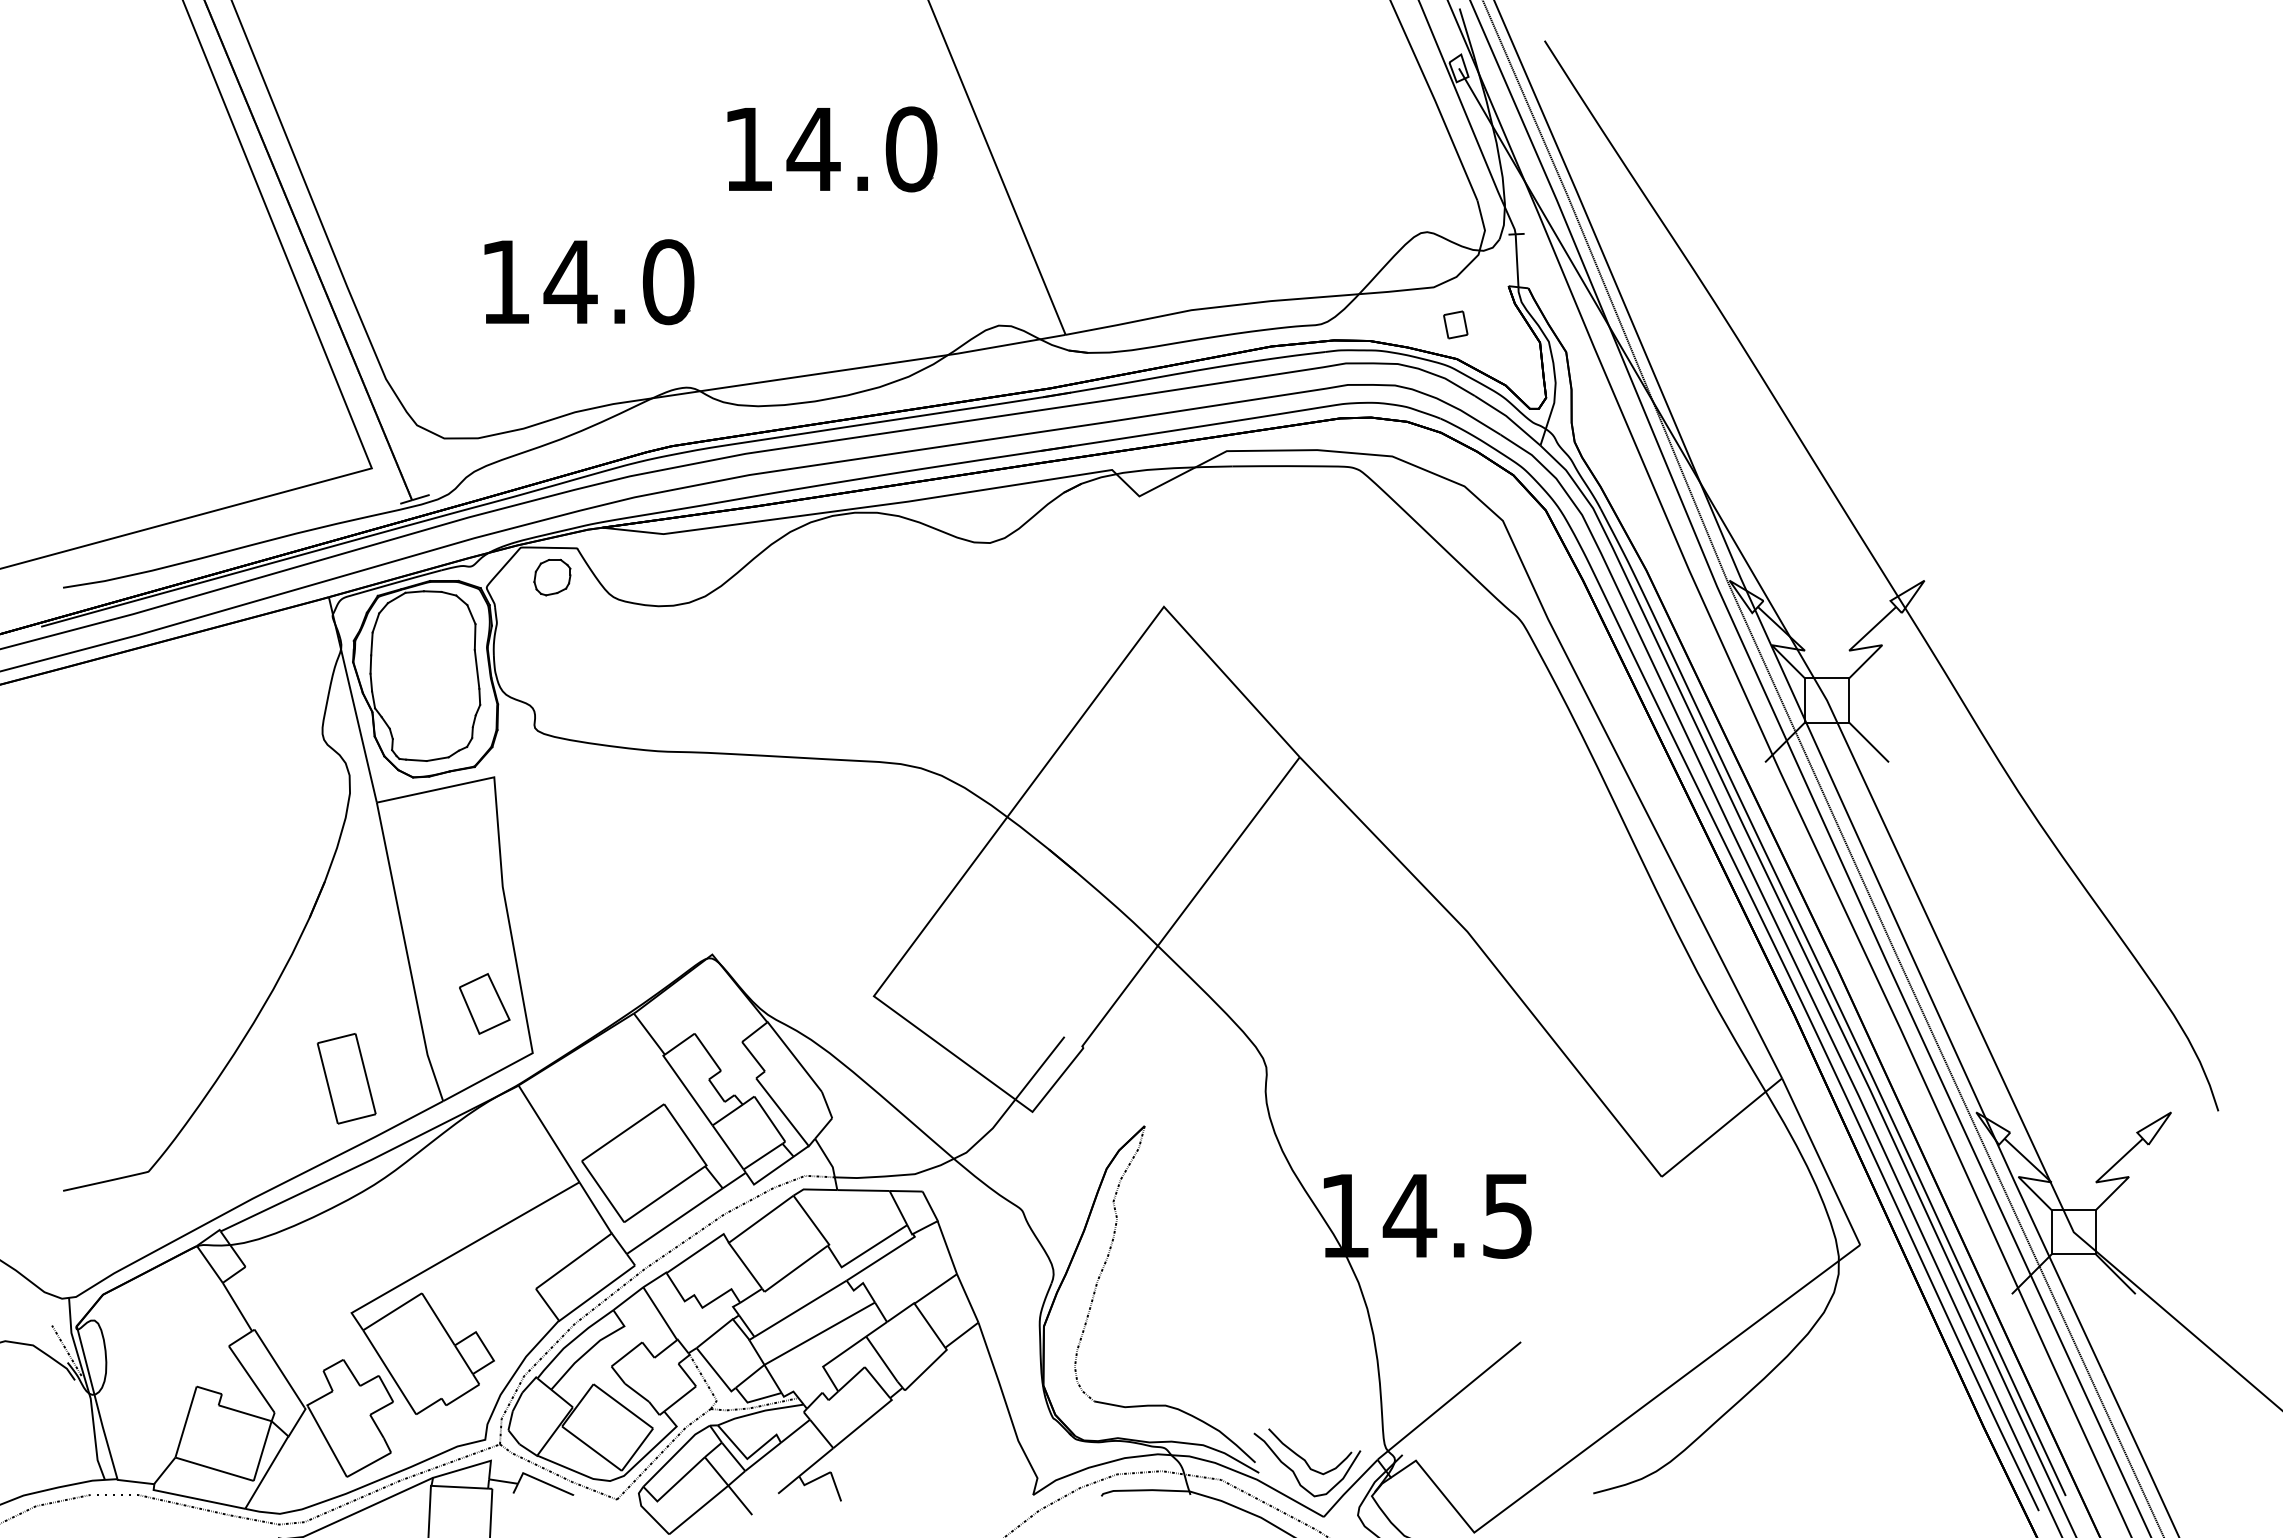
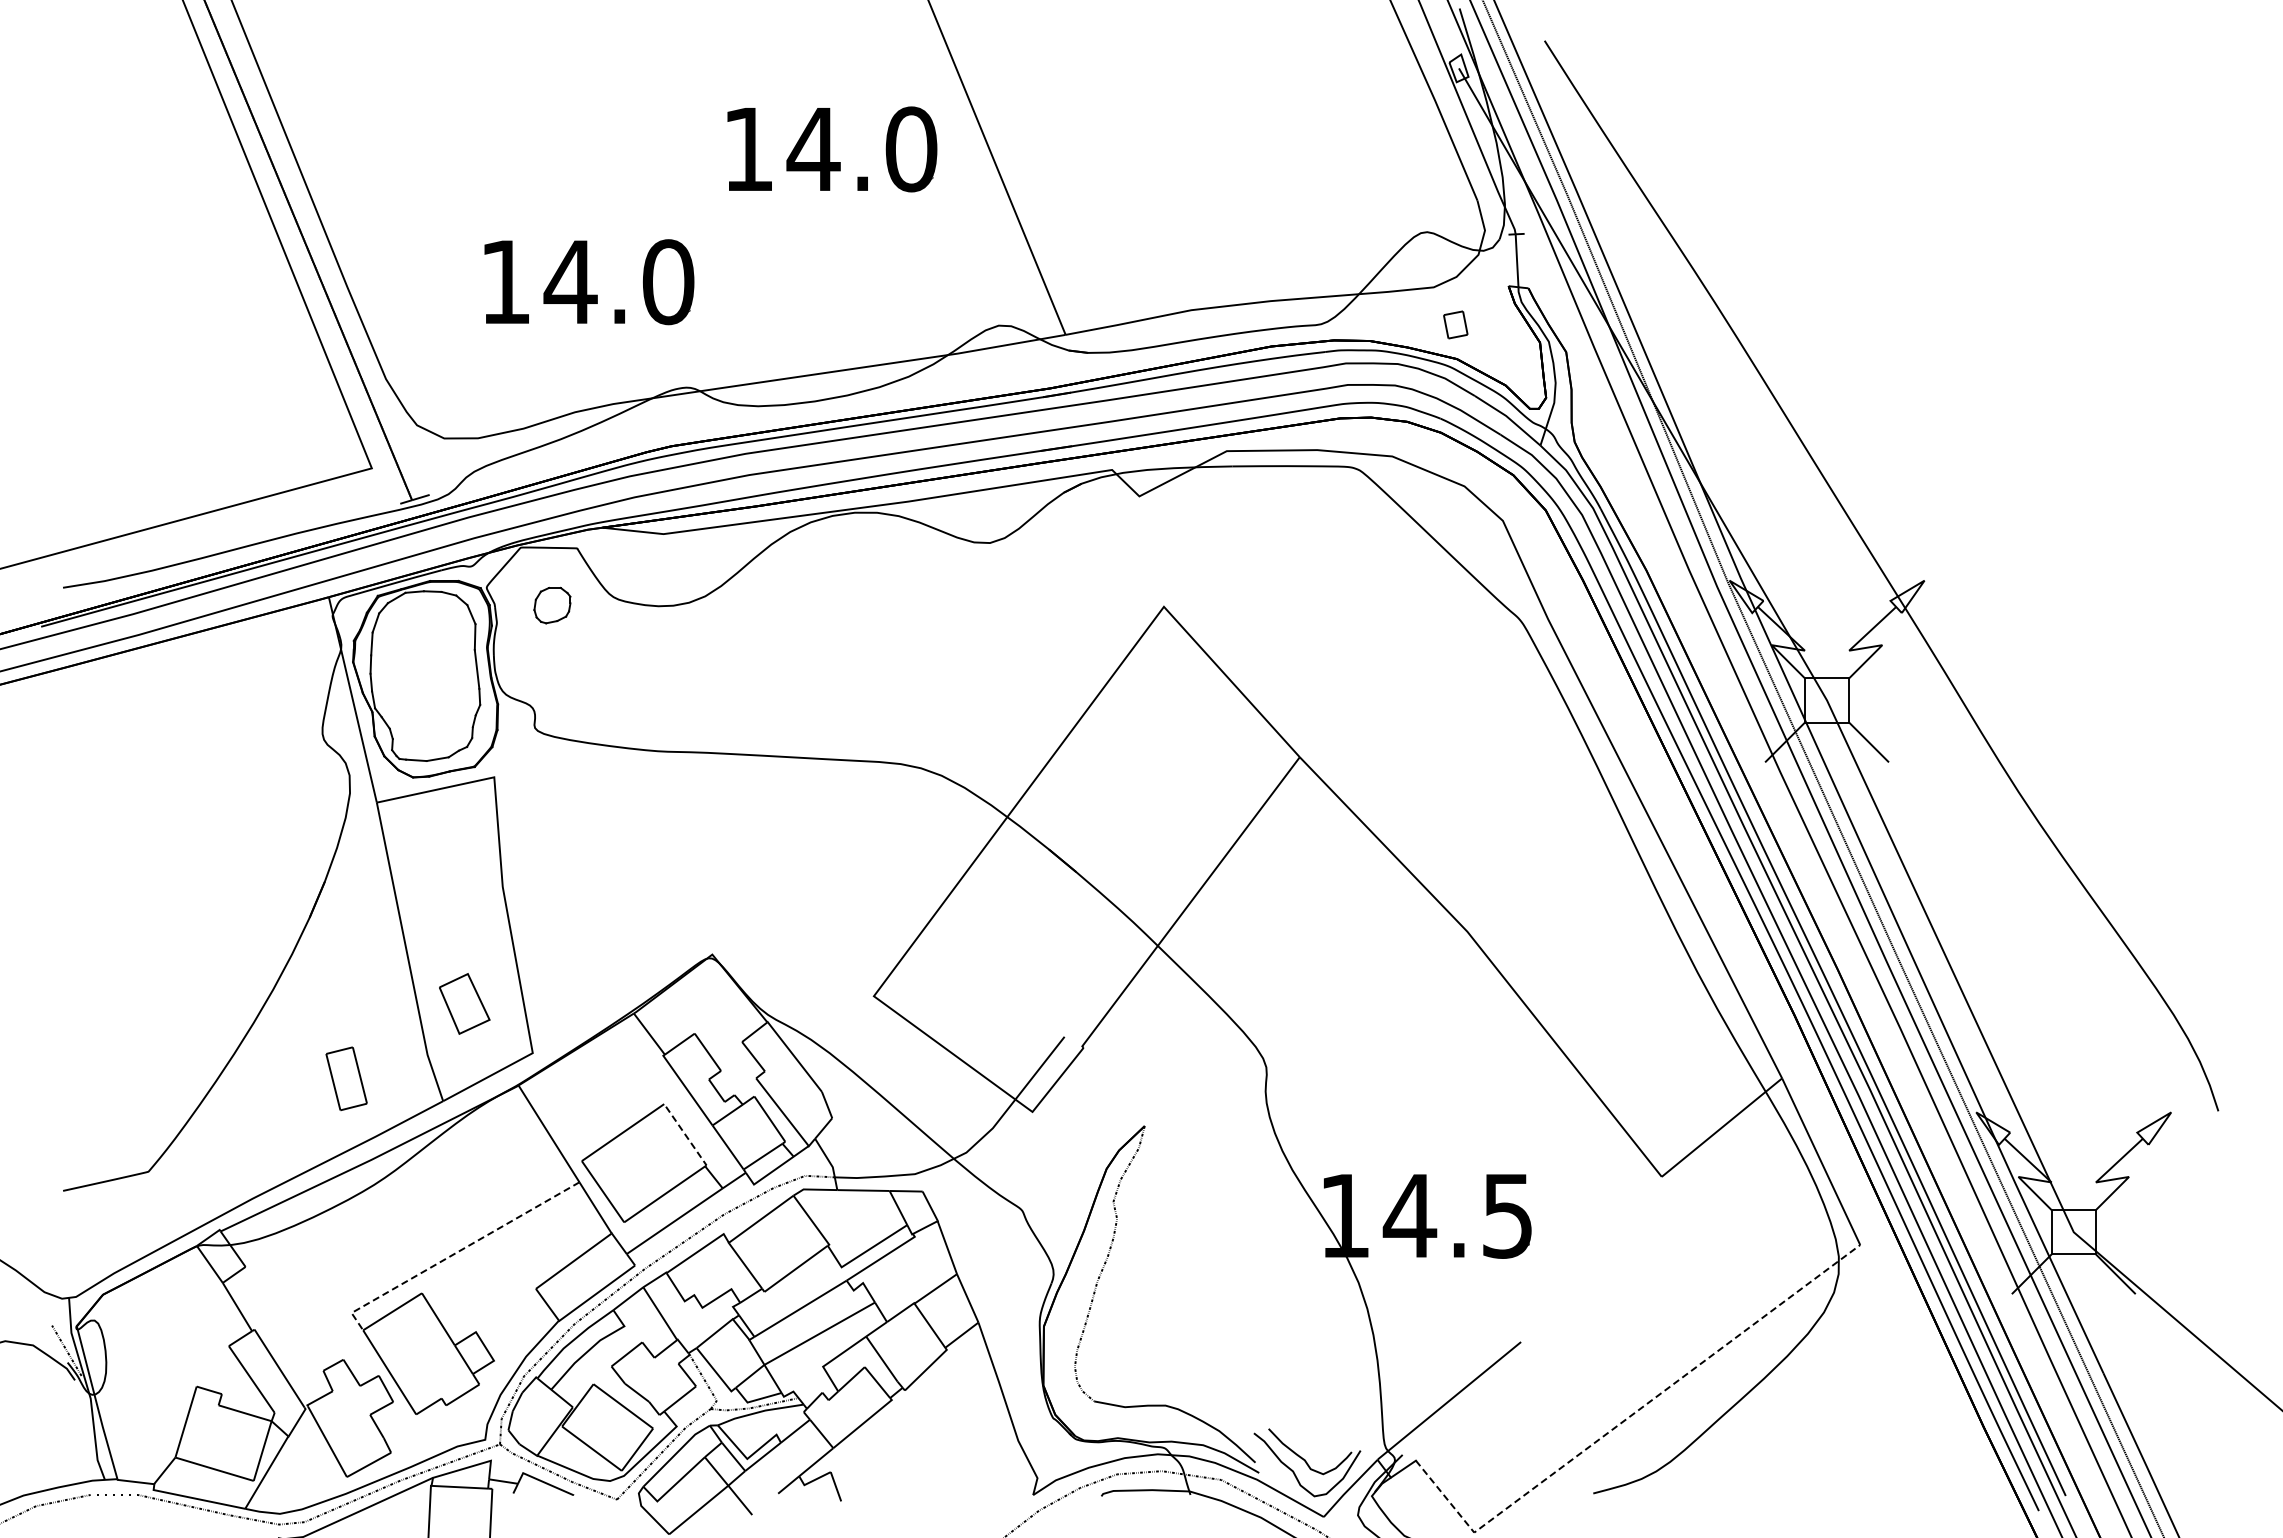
part at (552, 577) position: (552, 577) -> (552, 605)
part at (484, 1003) position: (484, 1003) -> (464, 1003)
part at (346, 1078) size: 61x92 px -> 43x65 px
line at (686, 1136): solid -> dashed
line at (455, 1253): solid -> dashed
line at (1629, 1416): solid -> dashed
